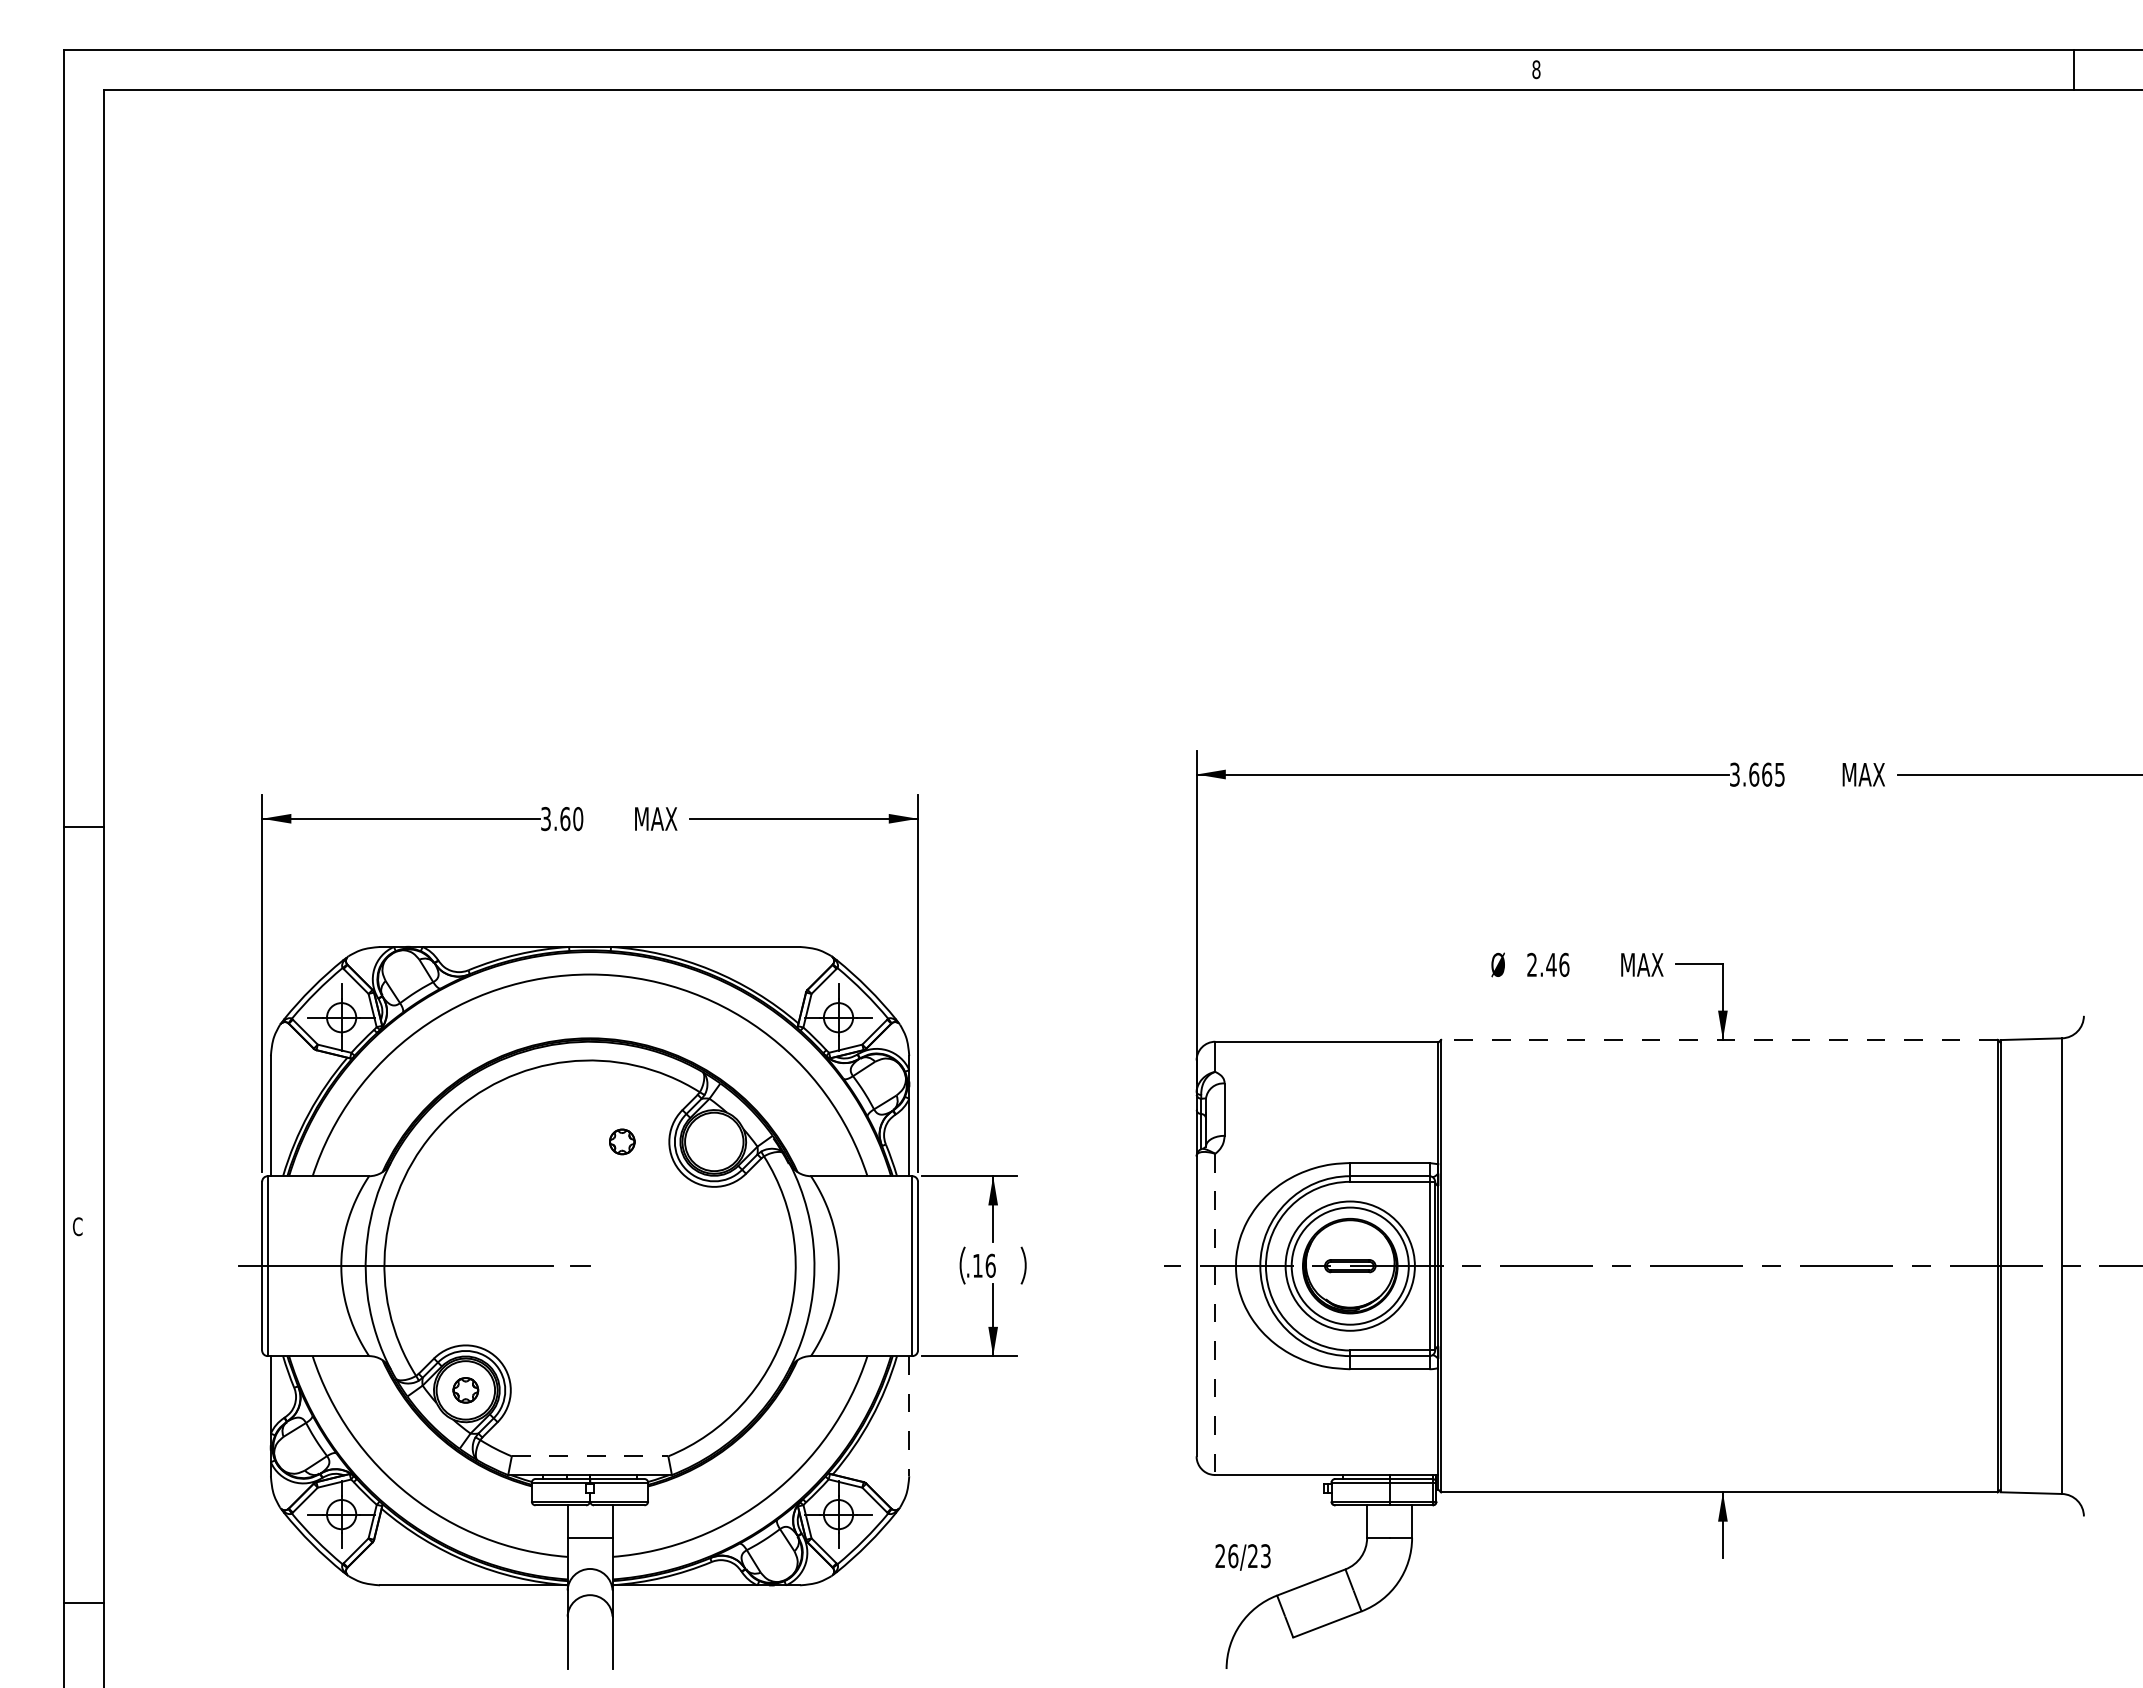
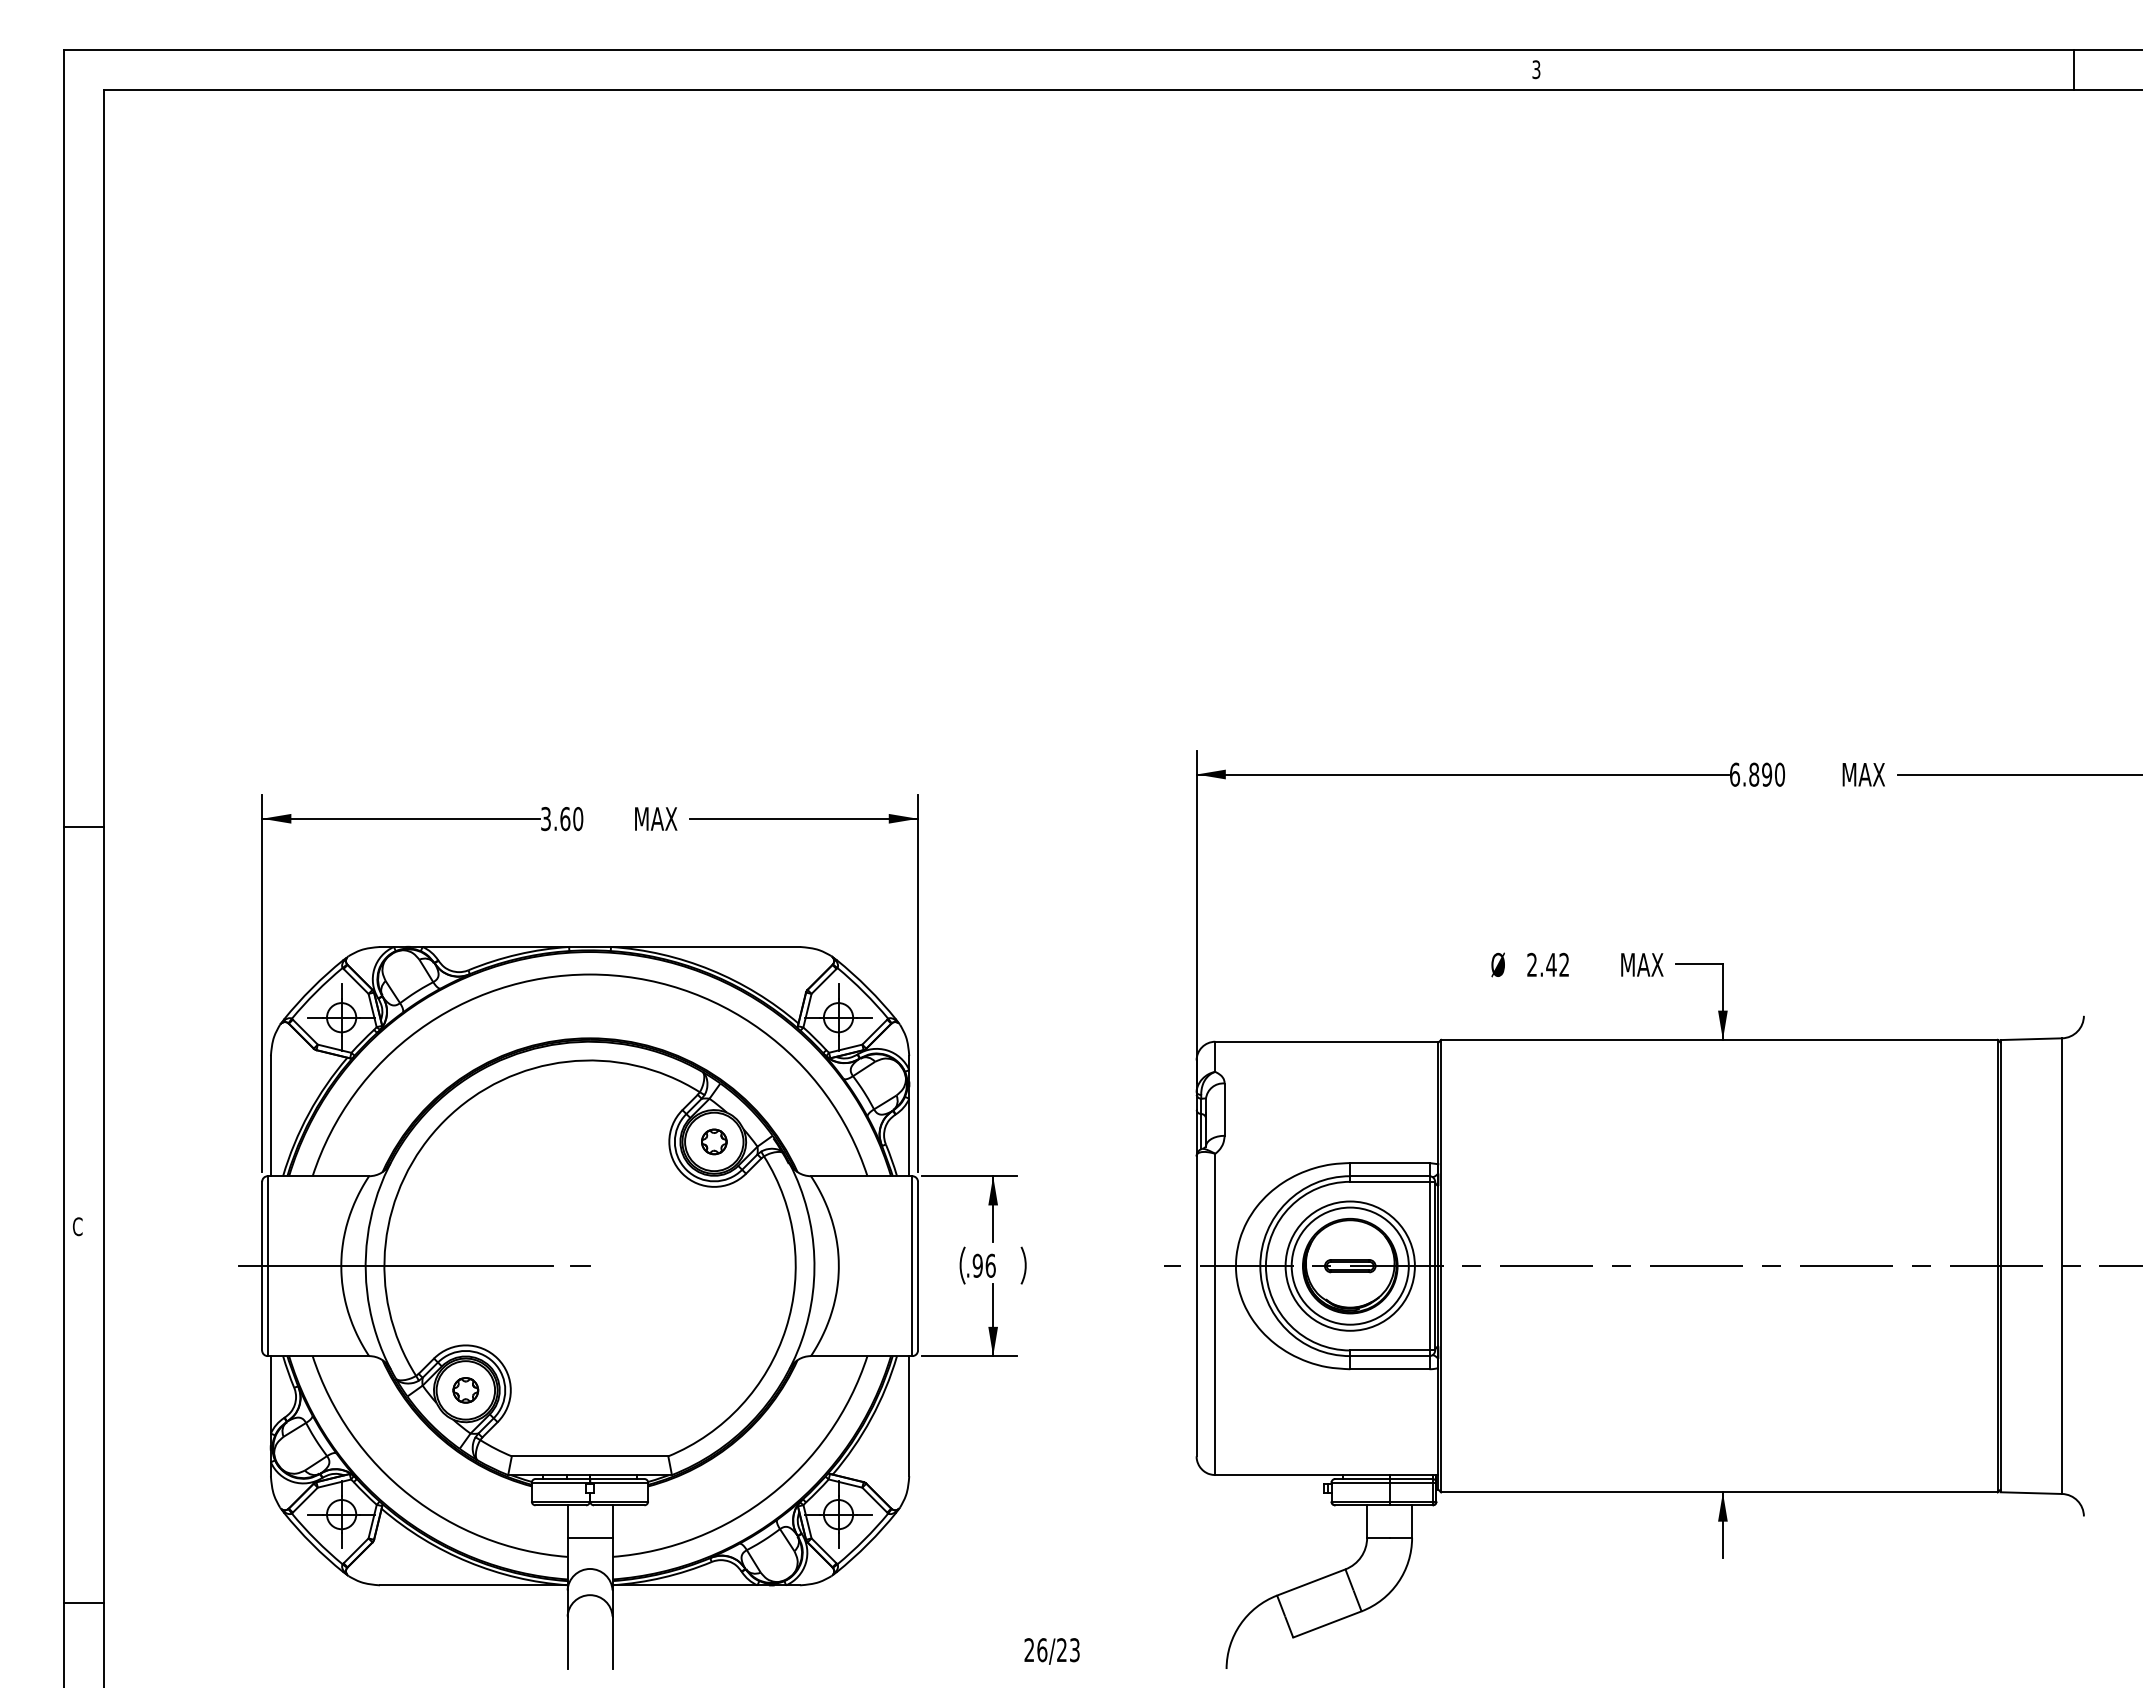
text at (1536, 69): 8 -> 3
text at (1757, 774): 3.665 -> 6.890
text at (1564, 964): 2.46 -> 2.42
line at (1718, 1039): dashed -> solid
part at (622, 1141) position: (622, 1141) -> (714, 1141)
text at (977, 1265): .16 -> .96
line at (1215, 1314): dashed -> solid
line at (909, 1416): dashed -> solid
line at (590, 1456): dashed -> solid
text at (1242, 1557) position: (1242, 1557) -> (1051, 1651)
